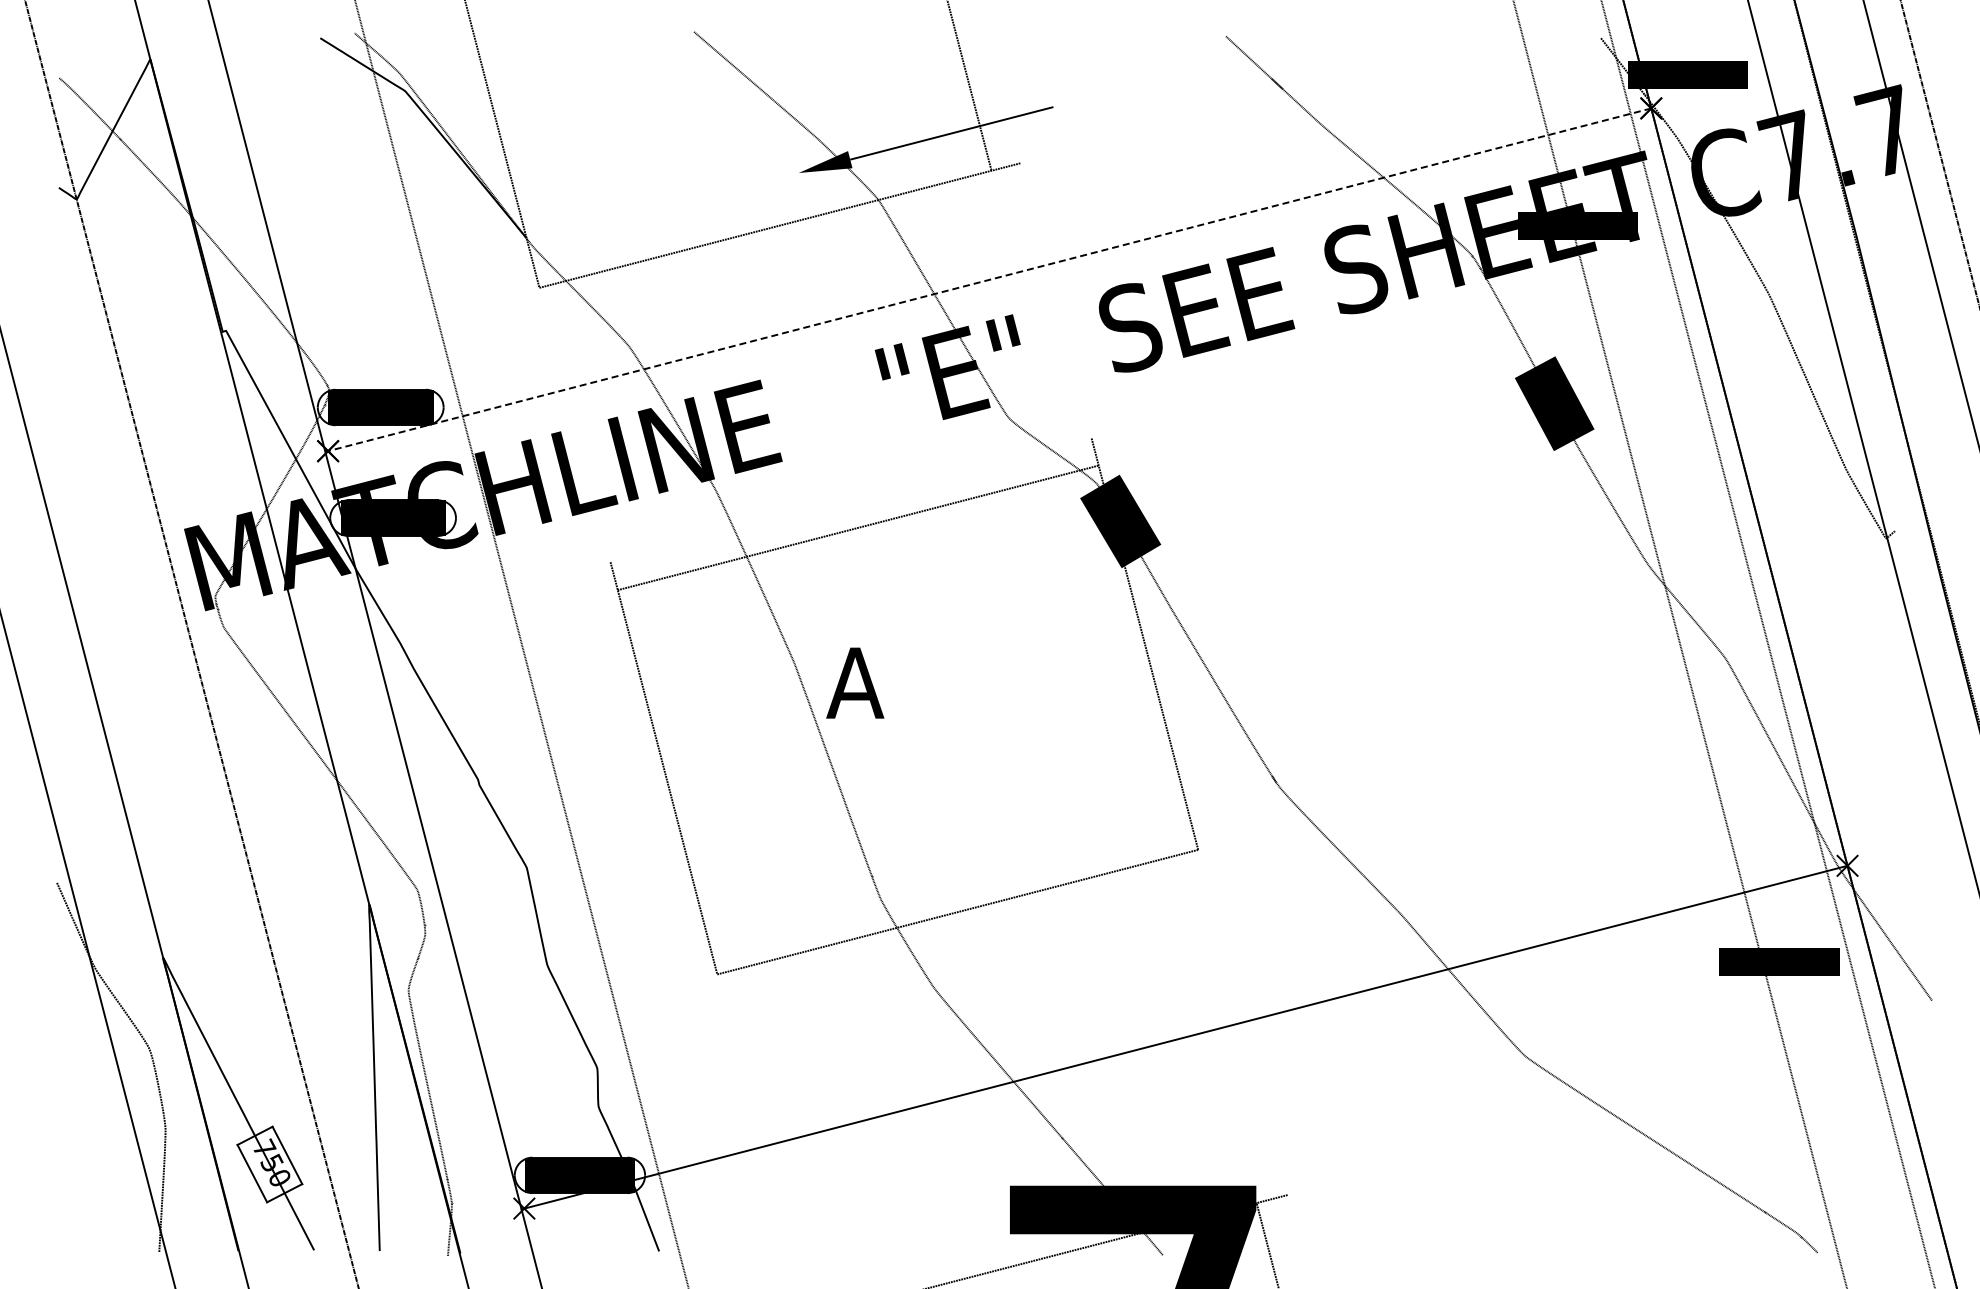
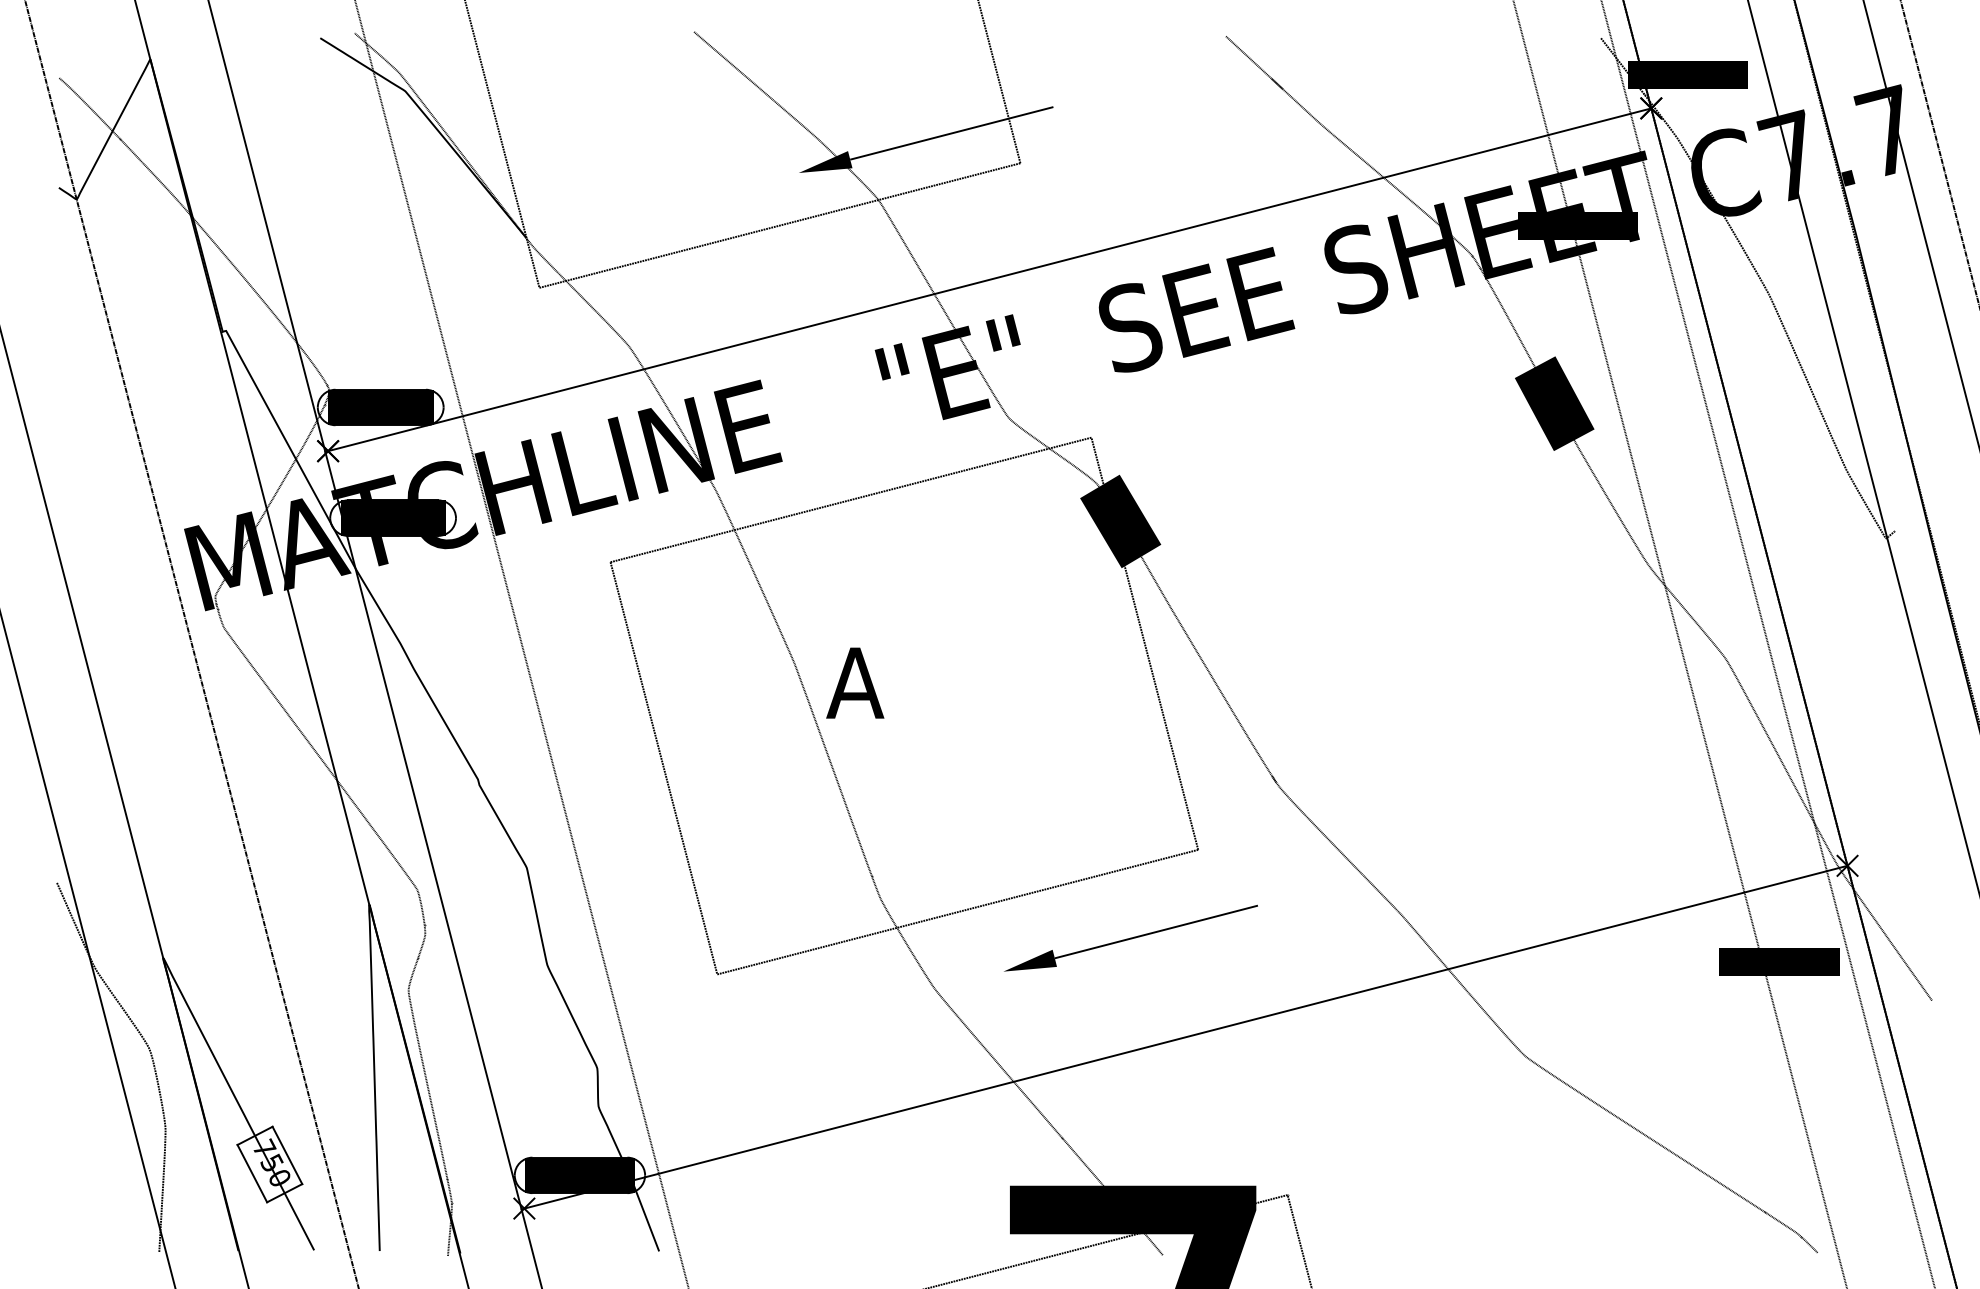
line at (969, 86) position: (969, 86) -> (999, 82)
line at (988, 280): dashed -> solid
line at (857, 527) position: (857, 527) -> (850, 499)
part at (1130, 937): none -> present
line at (1266, 1244) position: (1266, 1244) -> (1299, 1240)
